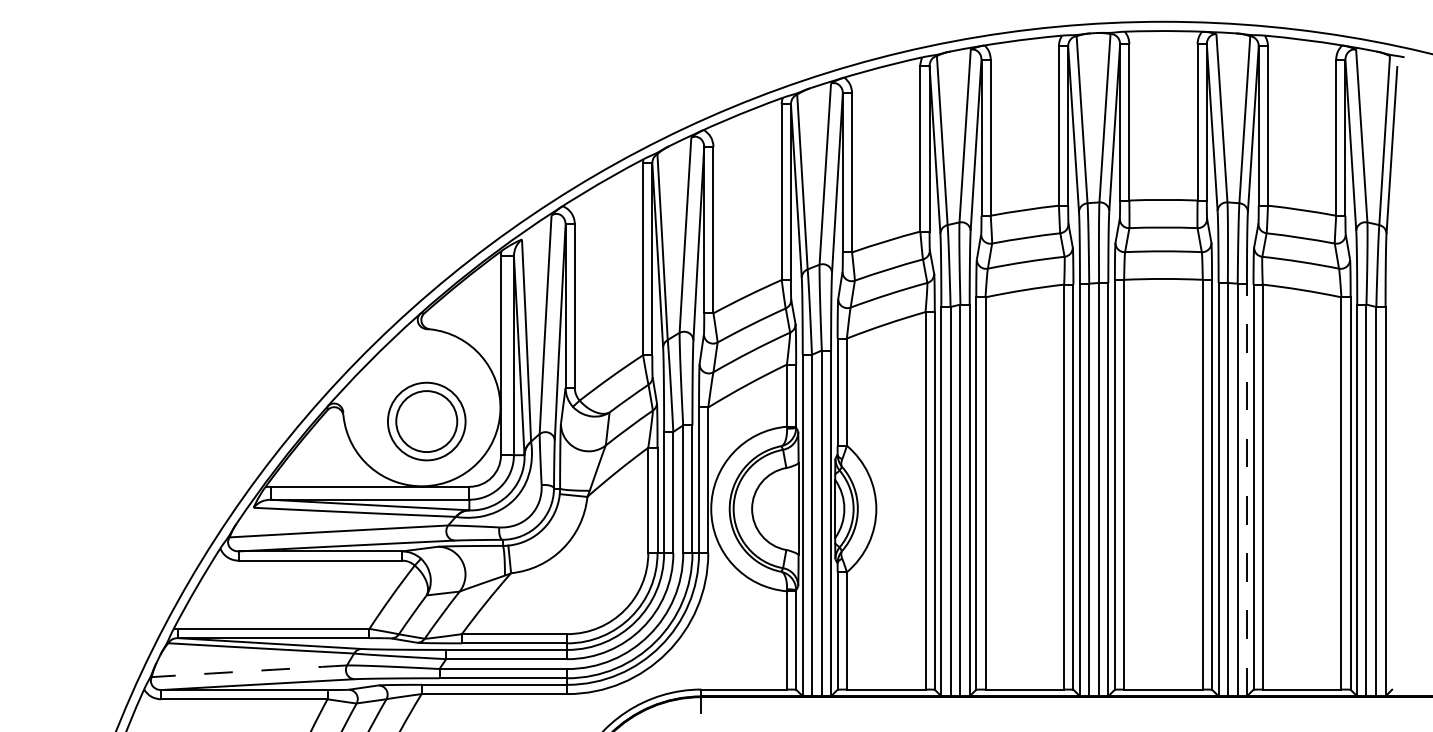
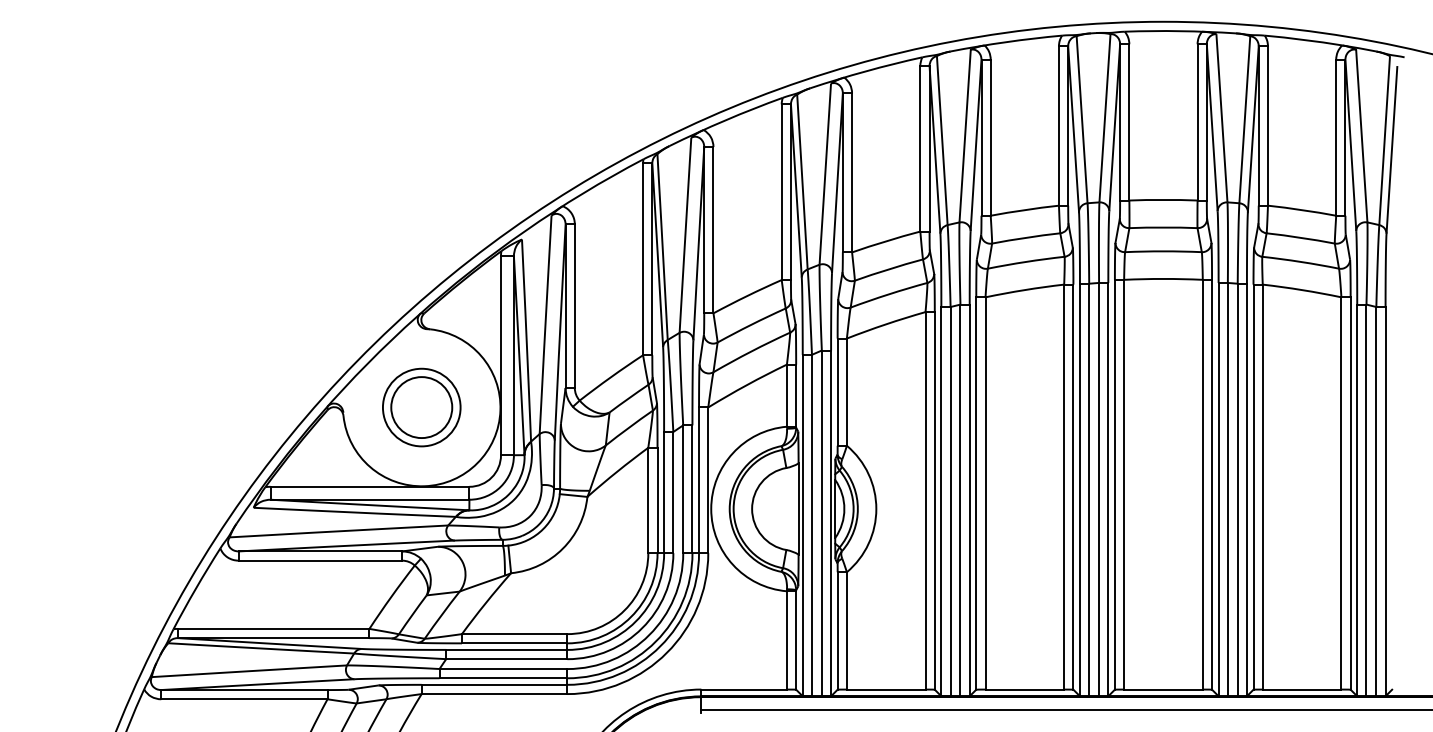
part at (426, 421) position: (426, 421) -> (421, 407)
line at (1246, 489): dashed -> solid
arc at (249, 671): dashed -> solid
line at (1065, 710): none -> present
